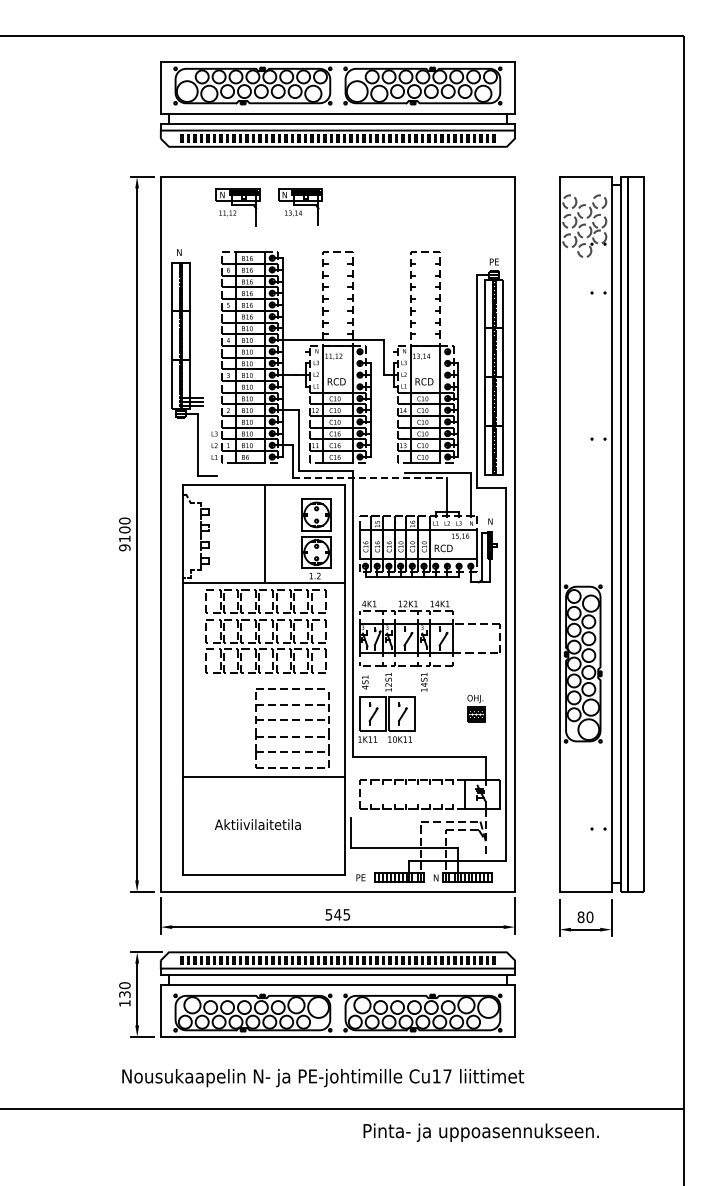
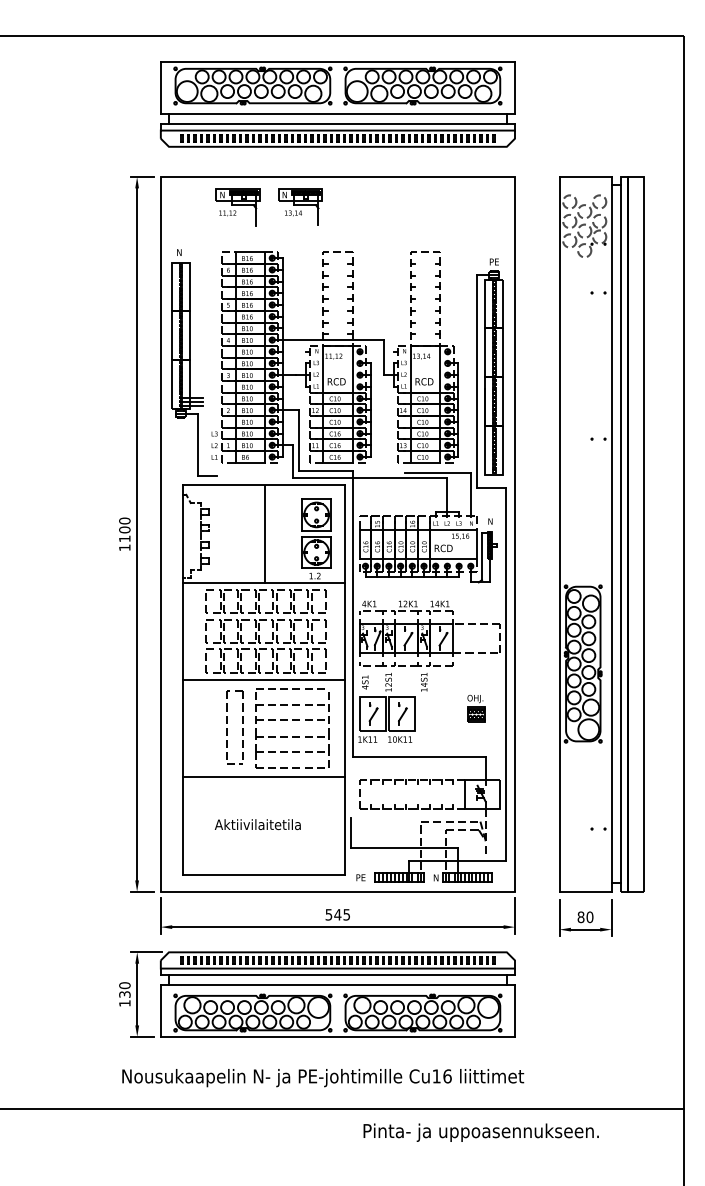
line at (370, 477): dashed -> solid
text at (124, 547): 9100 -> 1100
line at (263, 679): none -> present
part at (227, 728): none -> present
text at (447, 1076): Cu17 -> Cu16
